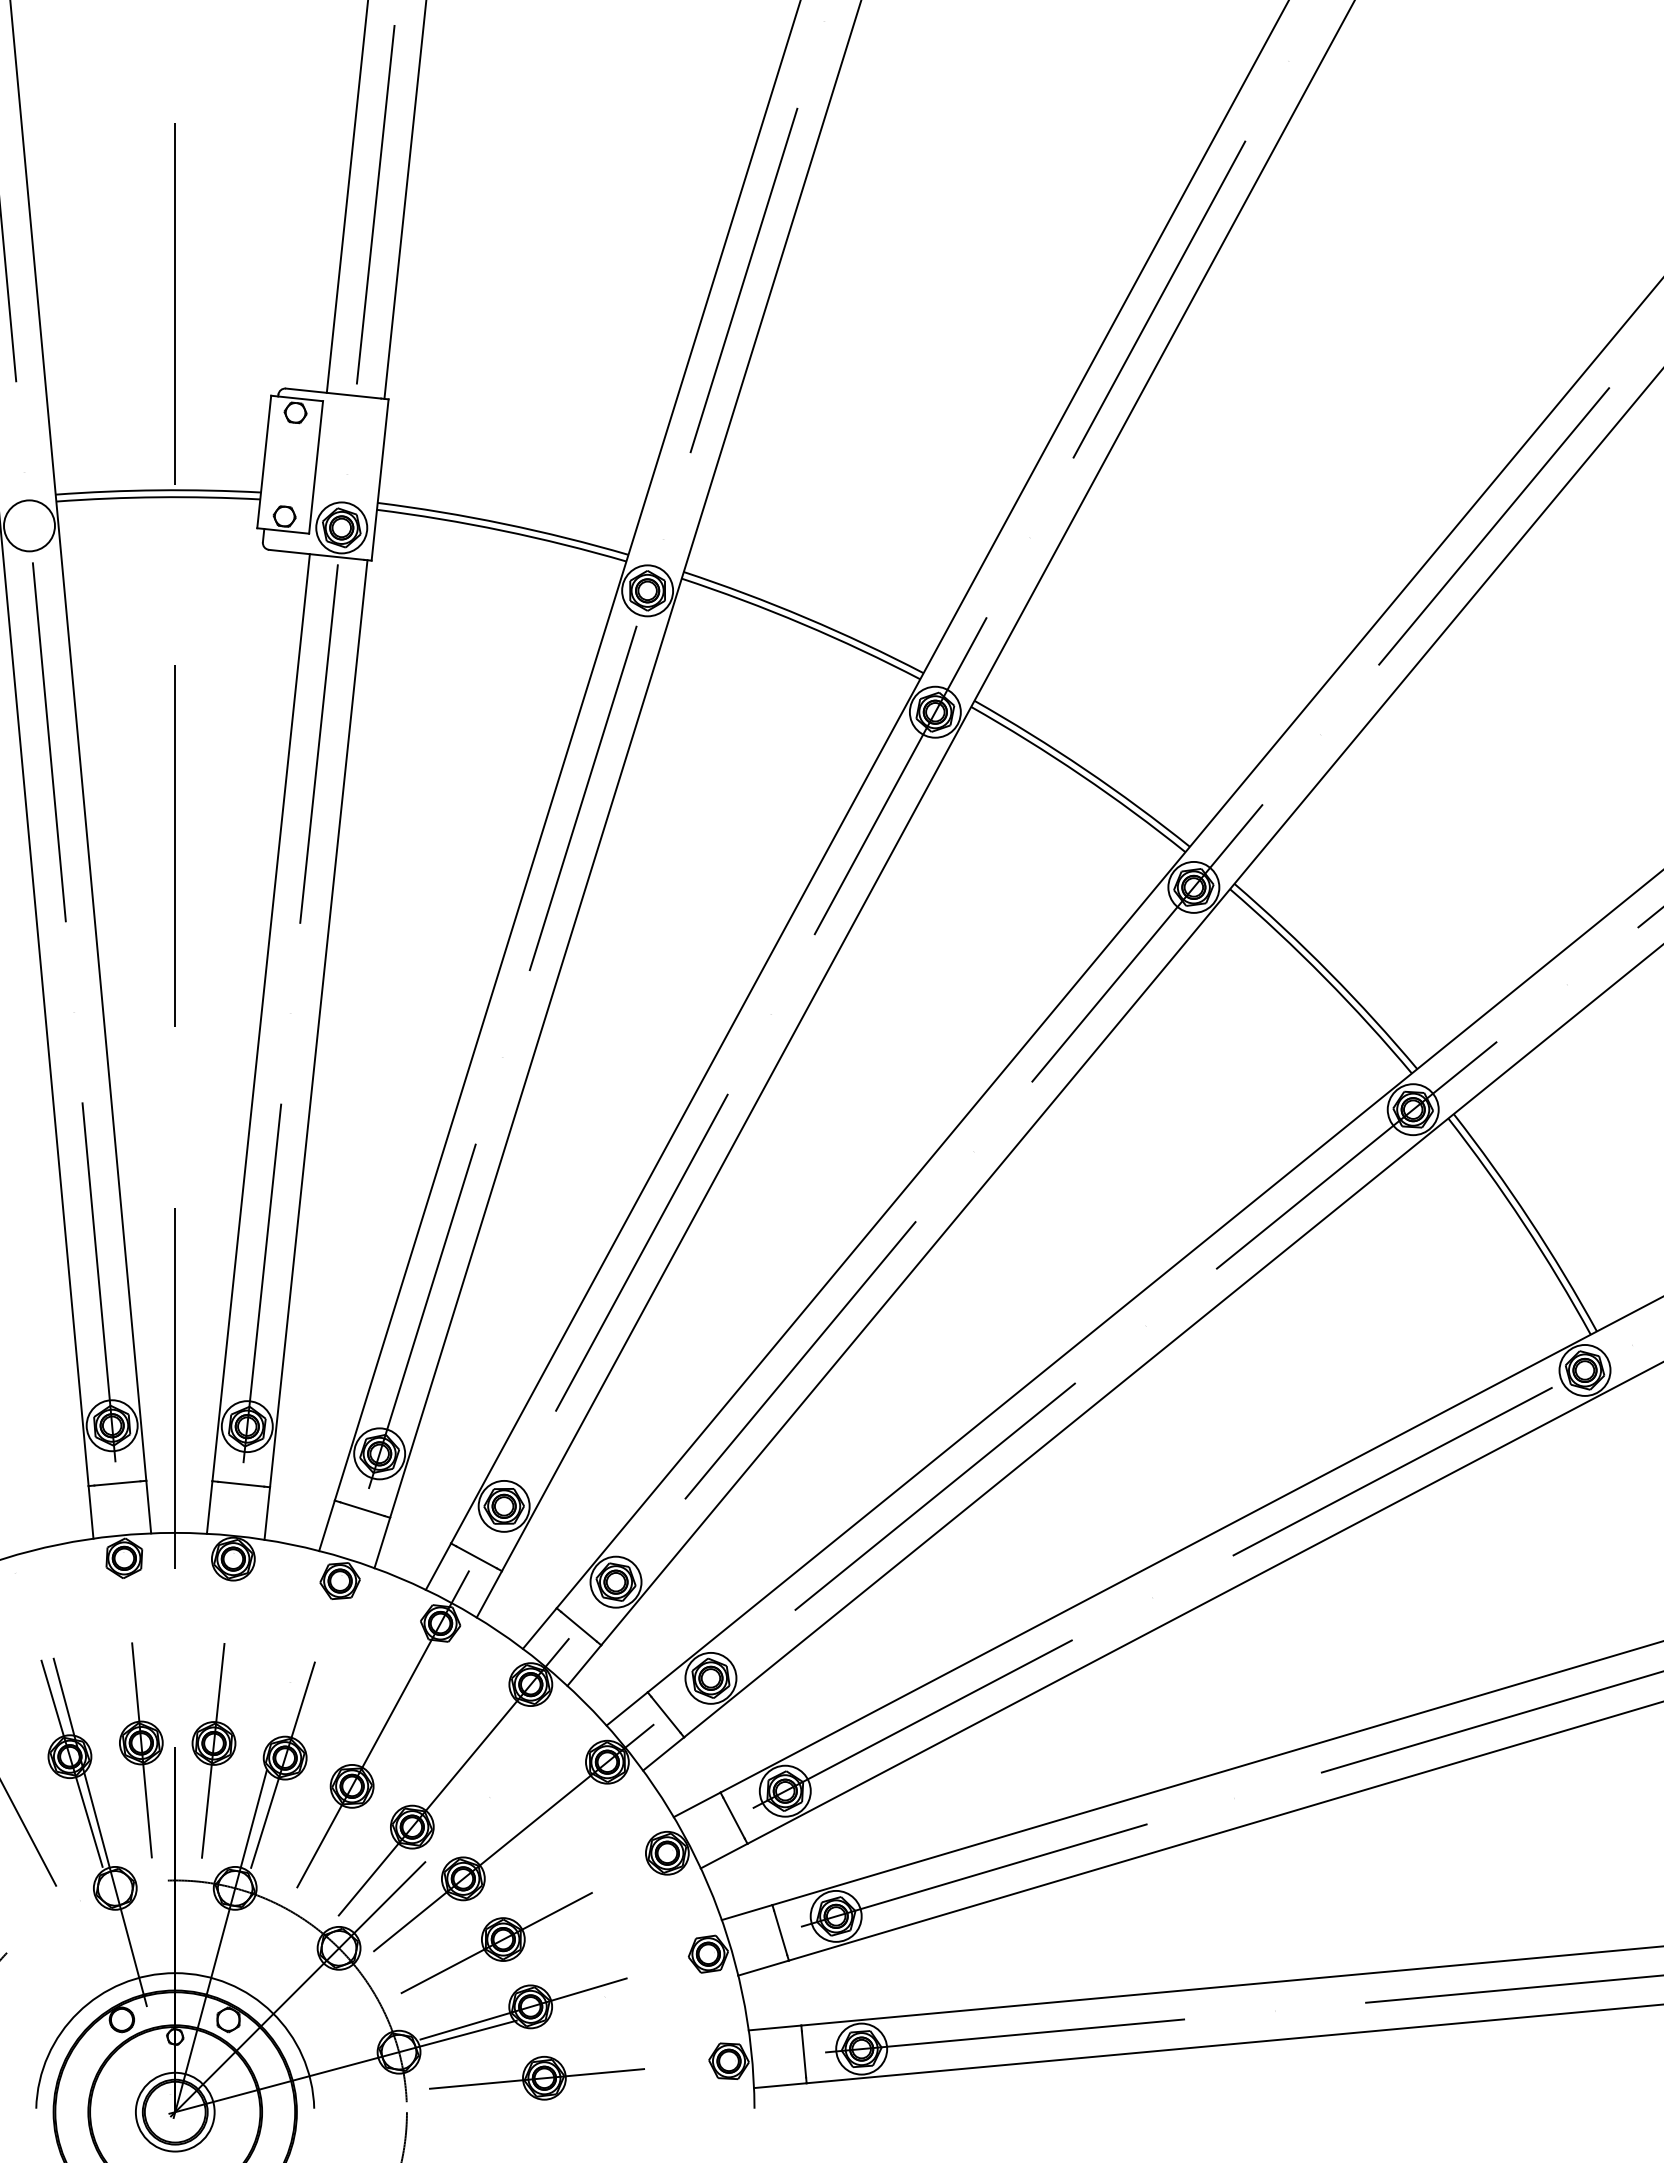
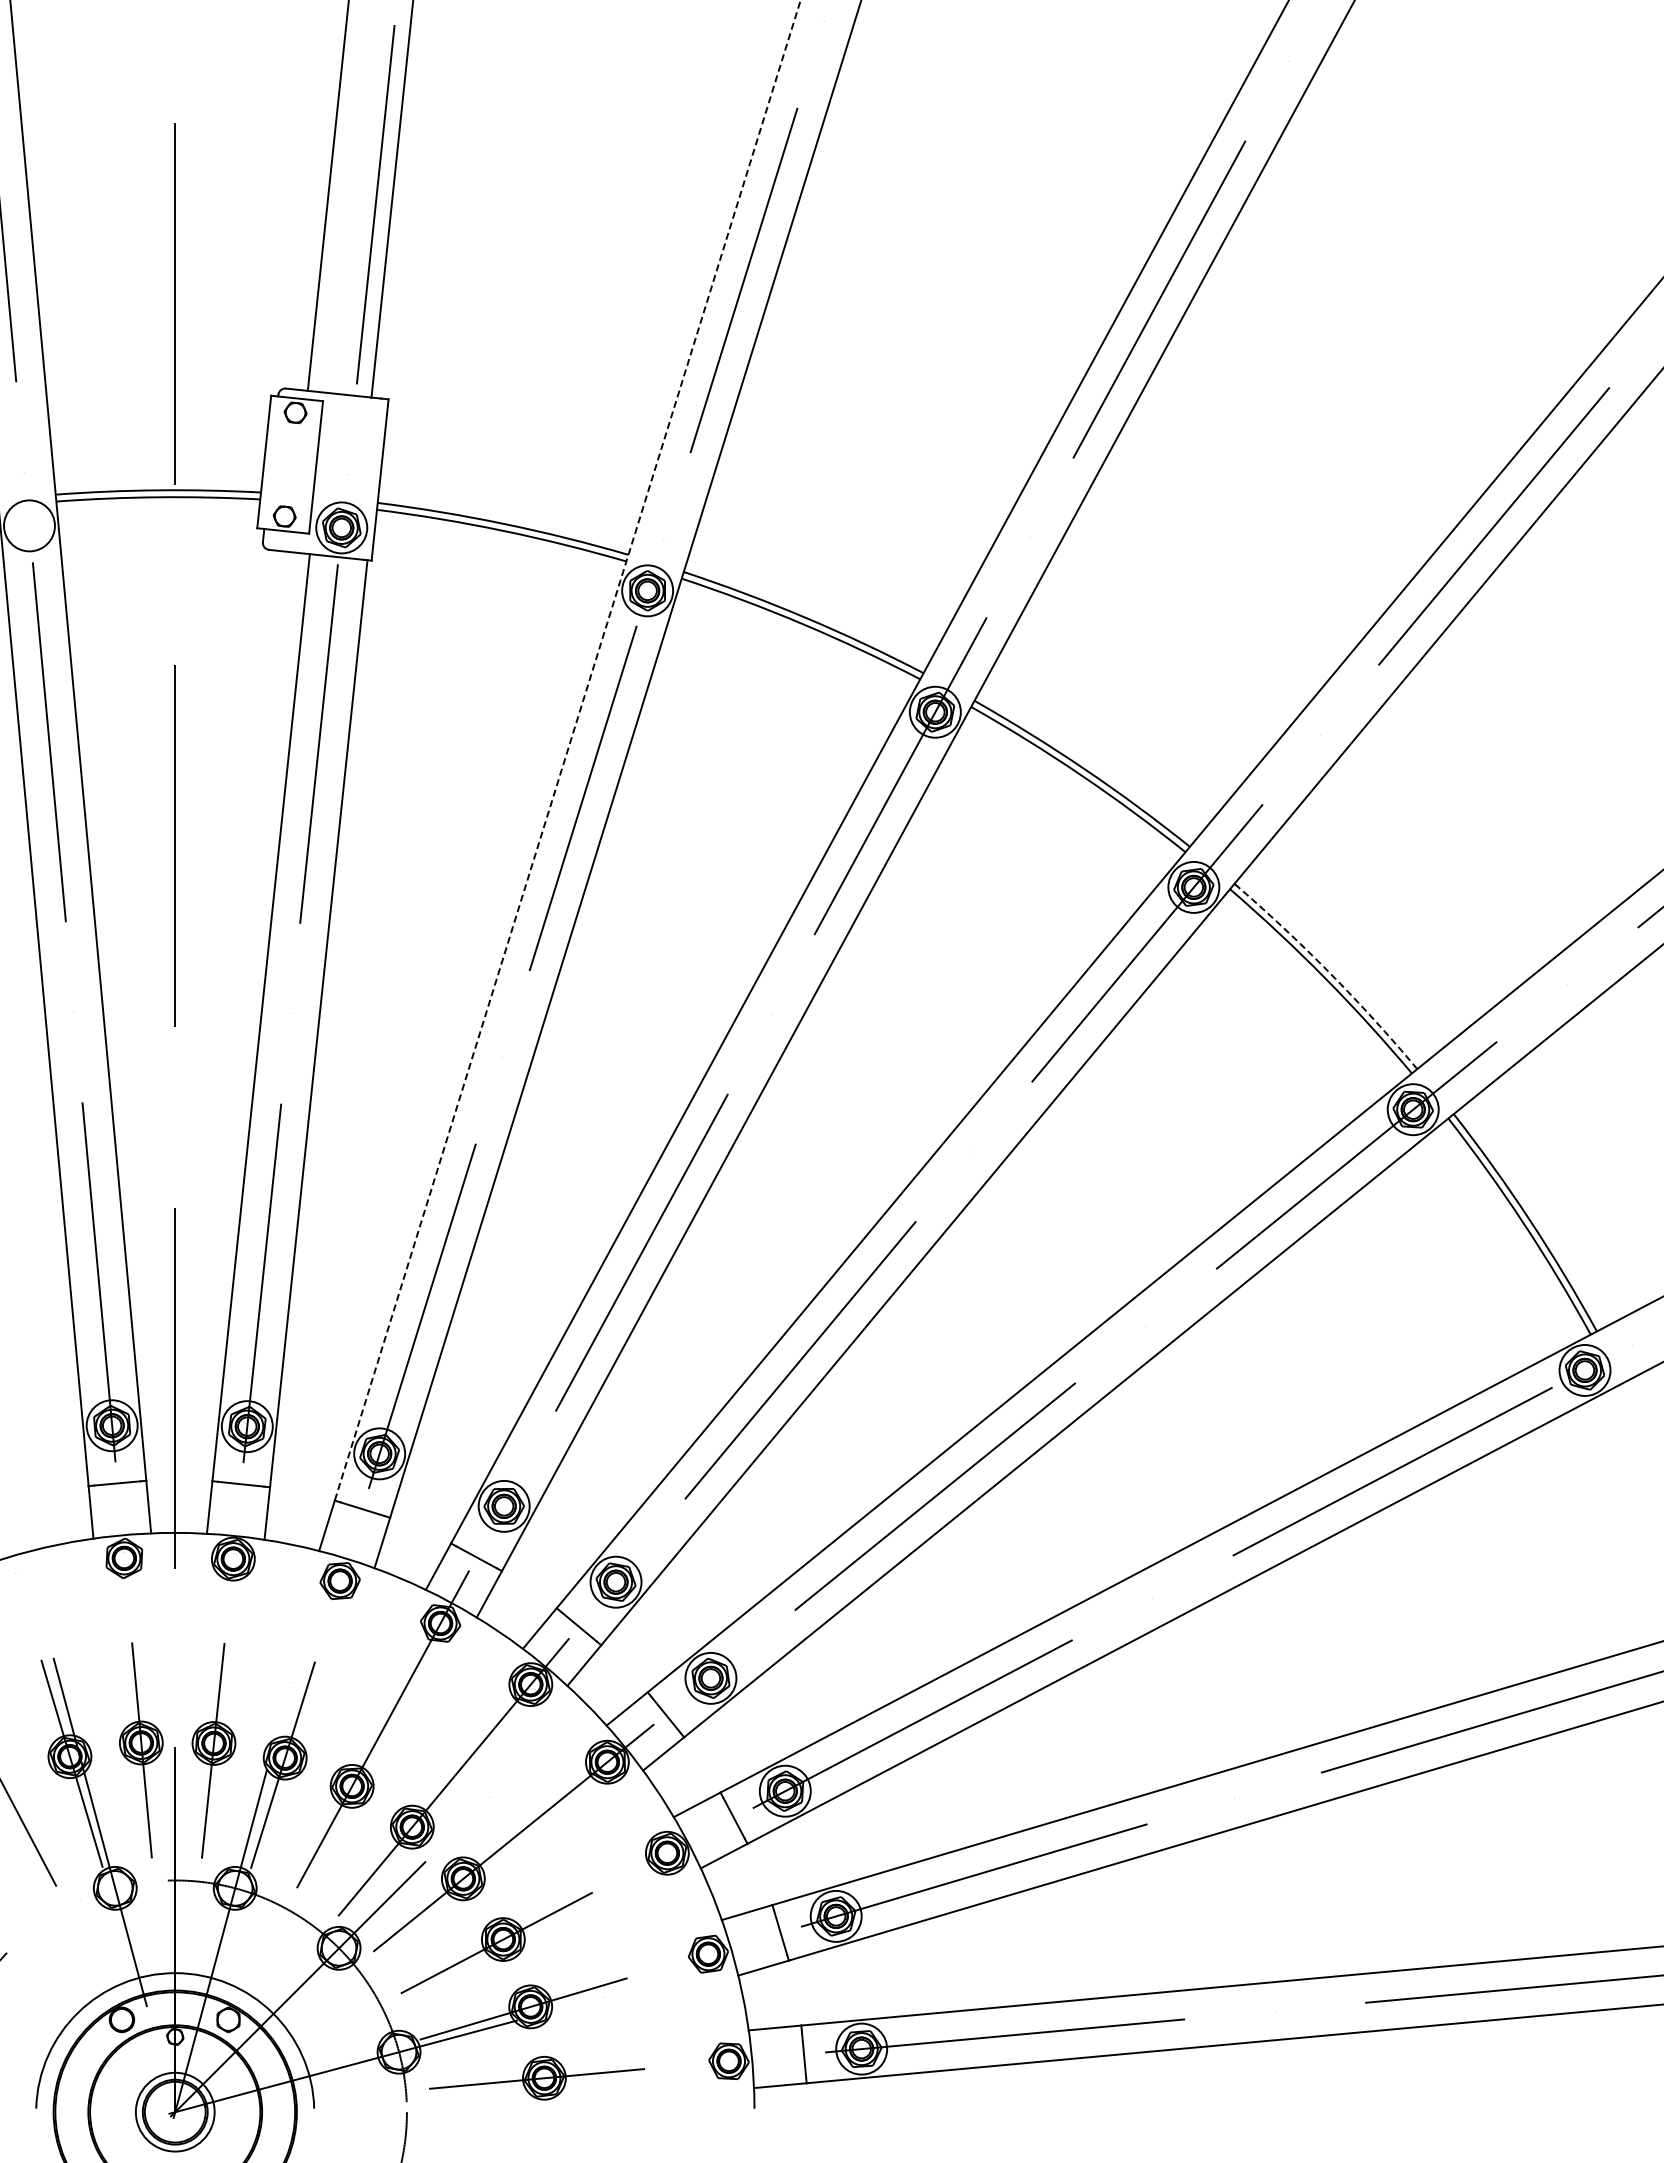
line at (346, 197) position: (346, 197) -> (327, 196)
line at (405, 200) position: (405, 200) -> (391, 199)
line at (567, 751): solid -> dashed
arc at (1329, 972): solid -> dashed
